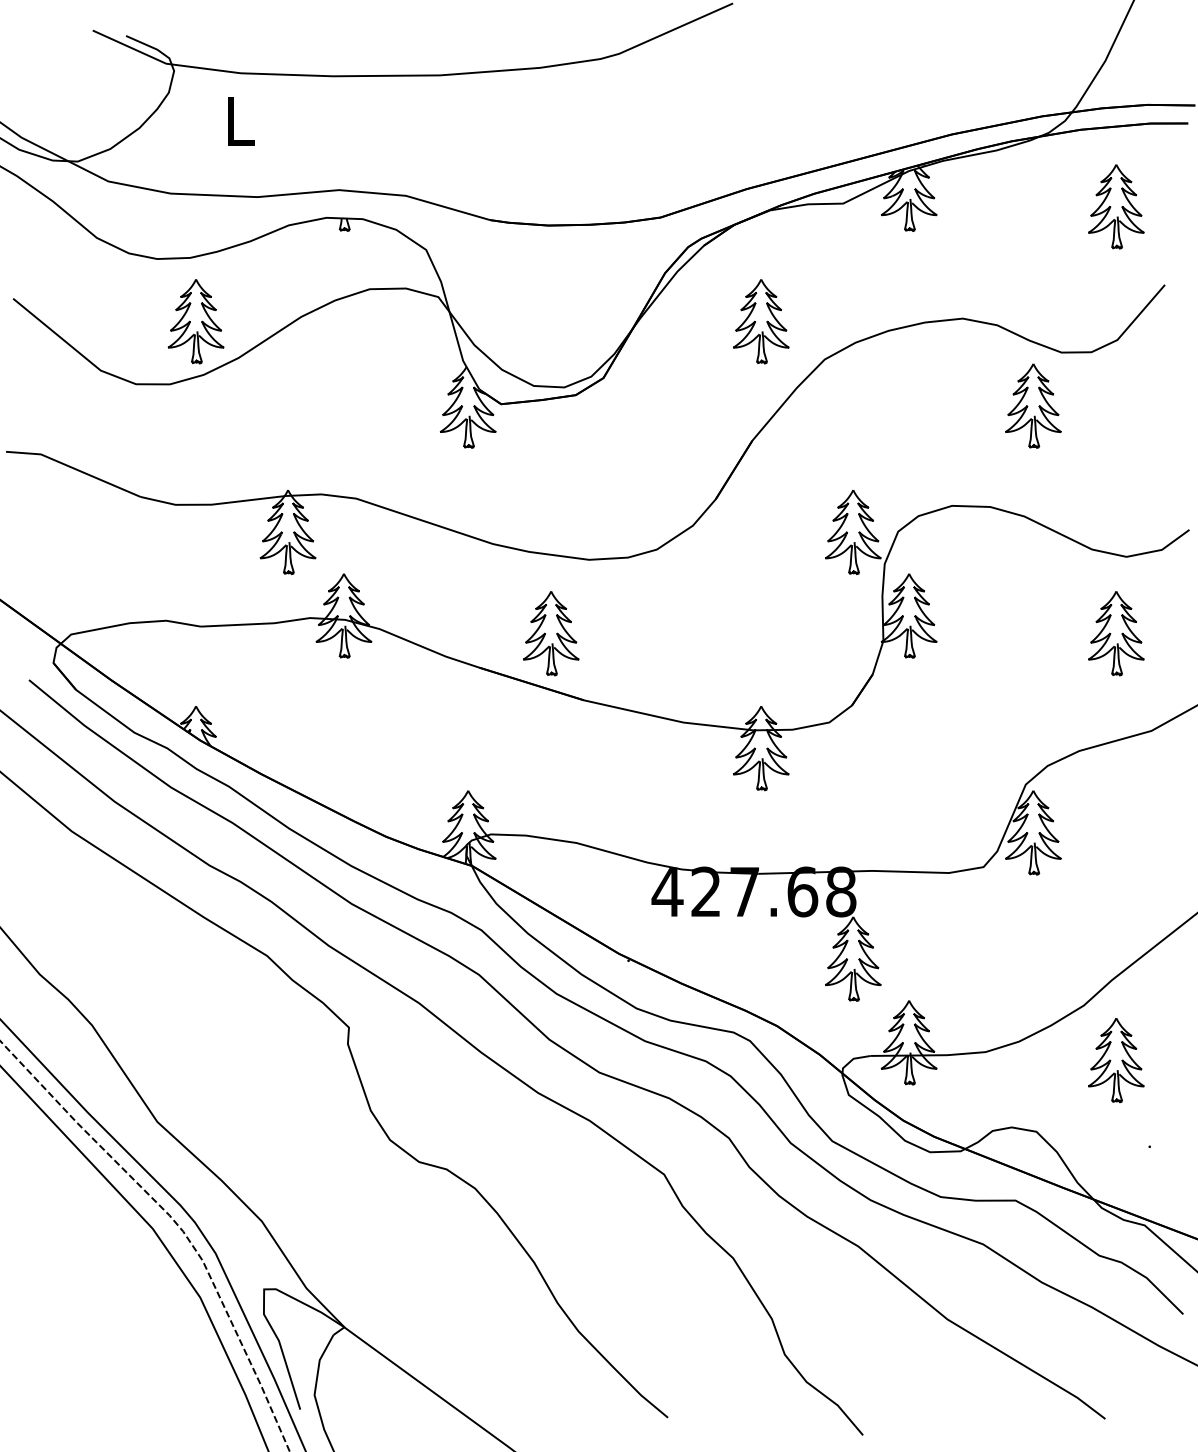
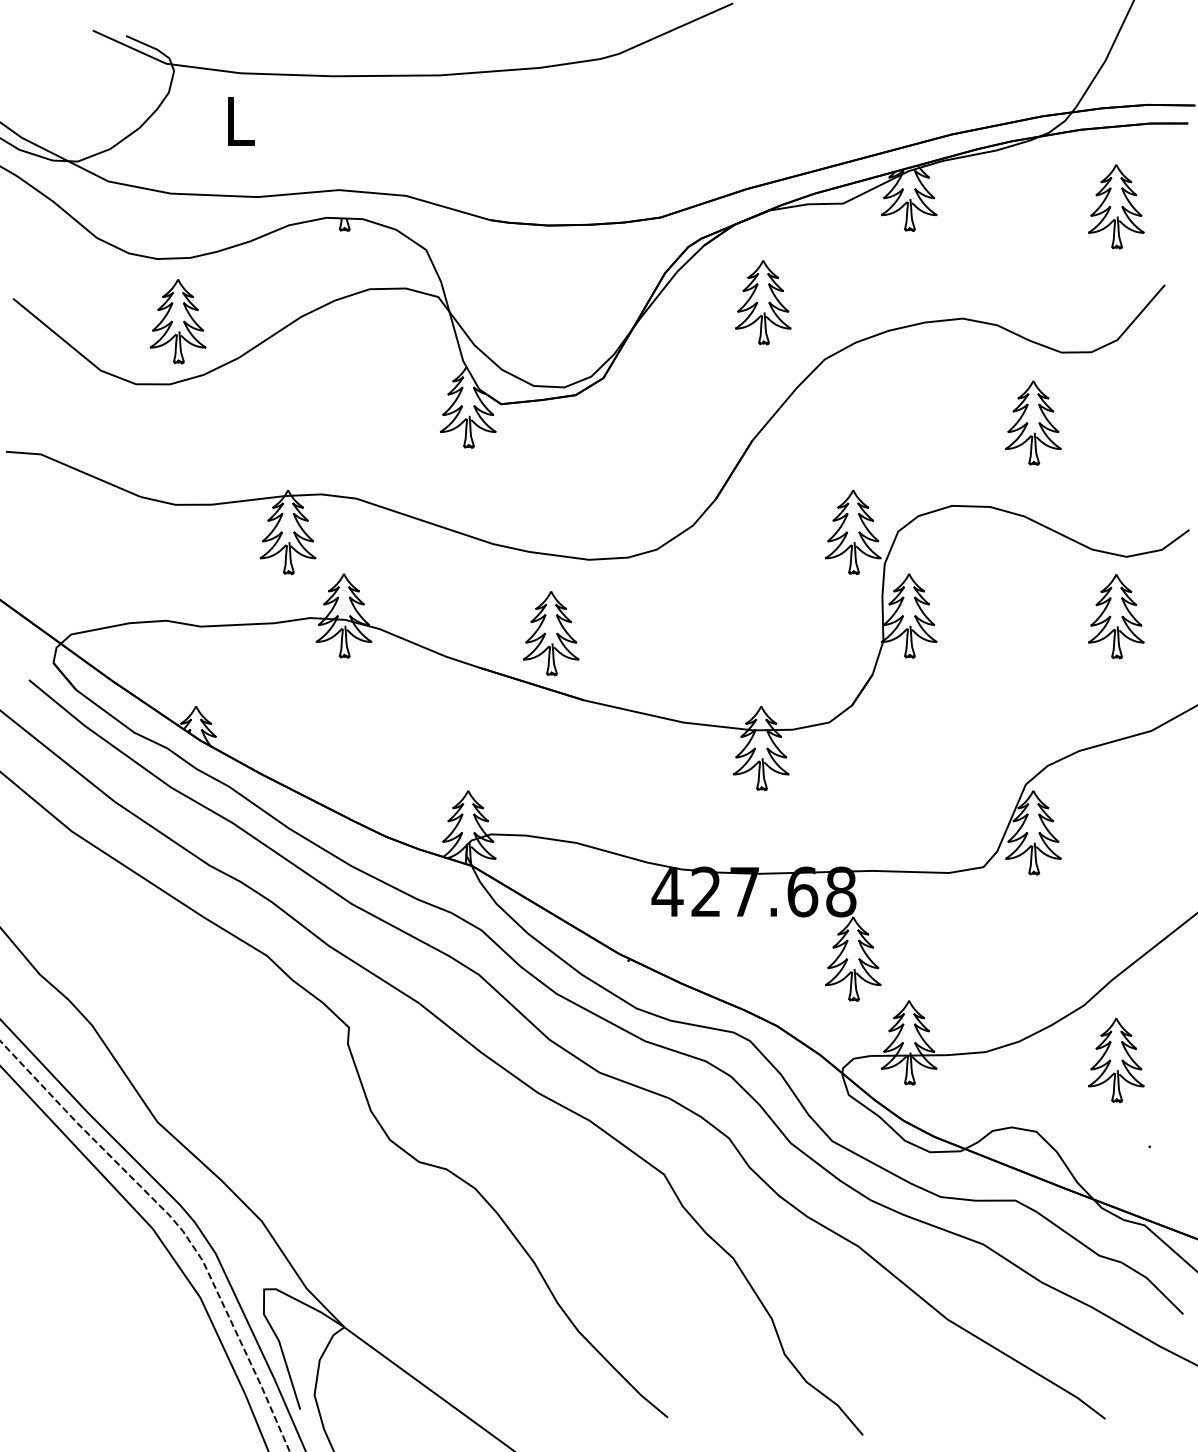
part at (195, 321) position: (195, 321) -> (177, 321)
part at (761, 321) position: (761, 321) -> (763, 302)
part at (1033, 405) position: (1033, 405) -> (1033, 422)
part at (1116, 633) position: (1116, 633) -> (1116, 616)
